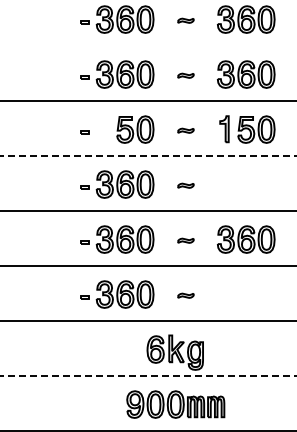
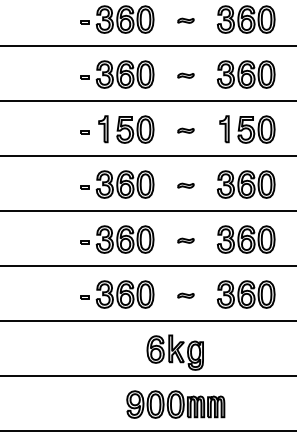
line at (147, 46): none -> present
part at (103, 129): none -> present
line at (148, 156): dashed -> solid
part at (246, 184): none -> present
part at (246, 294): none -> present
line at (148, 376): dashed -> solid
